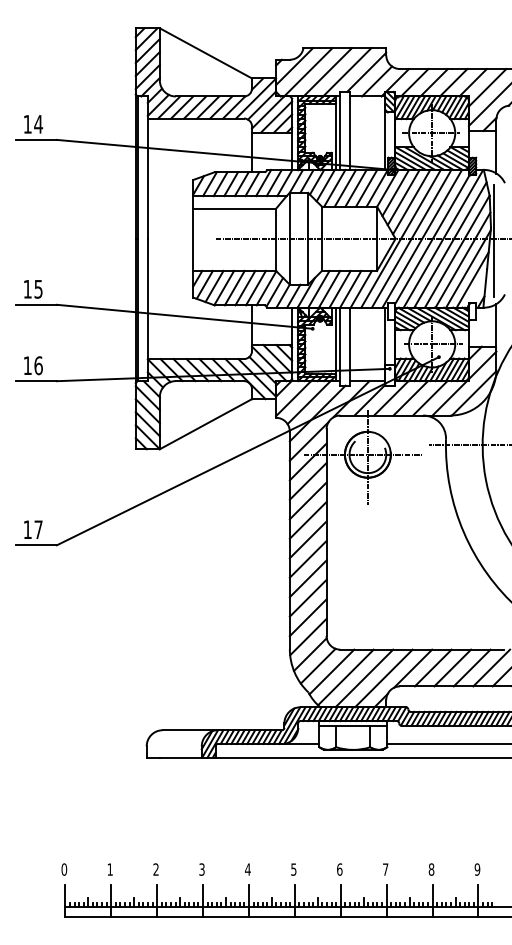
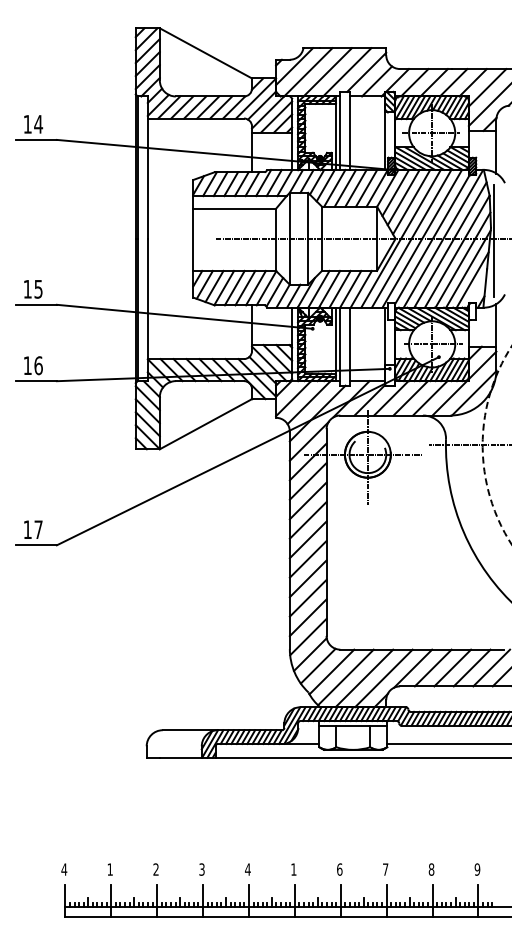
arc at (482, 447): solid -> dashed
text at (64, 869): 0 -> 4
text at (293, 869): 5 -> 1
